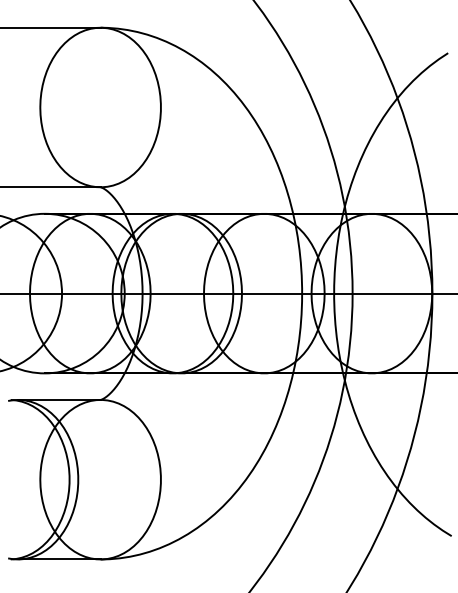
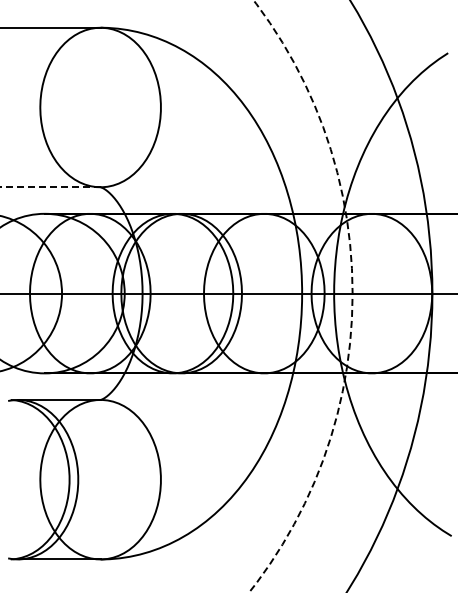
line at (49, 187): solid -> dashed
arc at (352, 296): solid -> dashed
